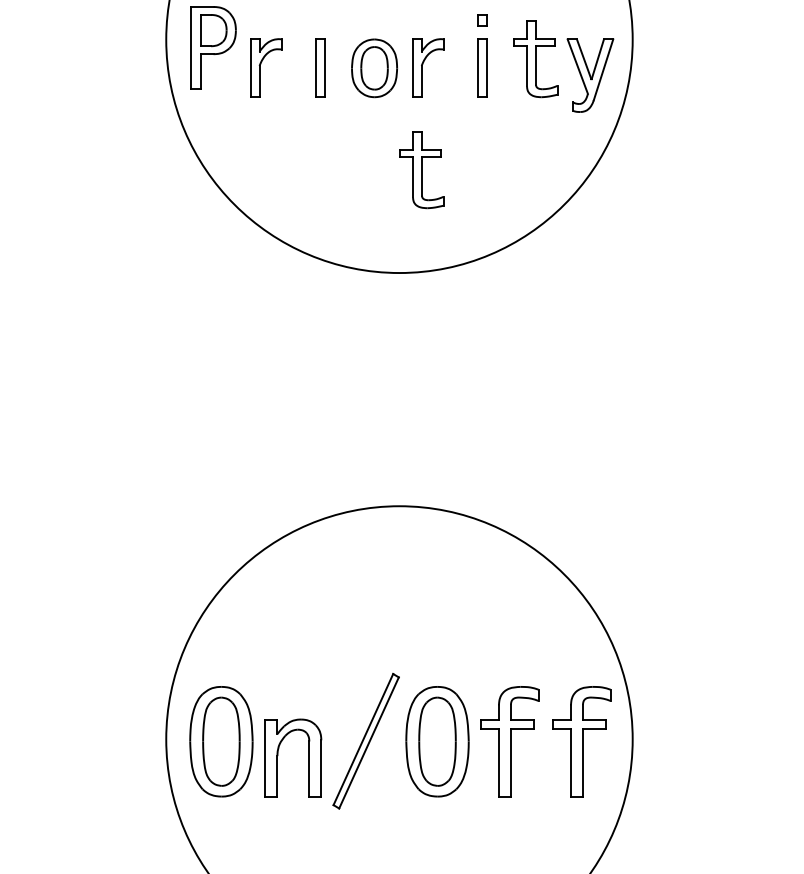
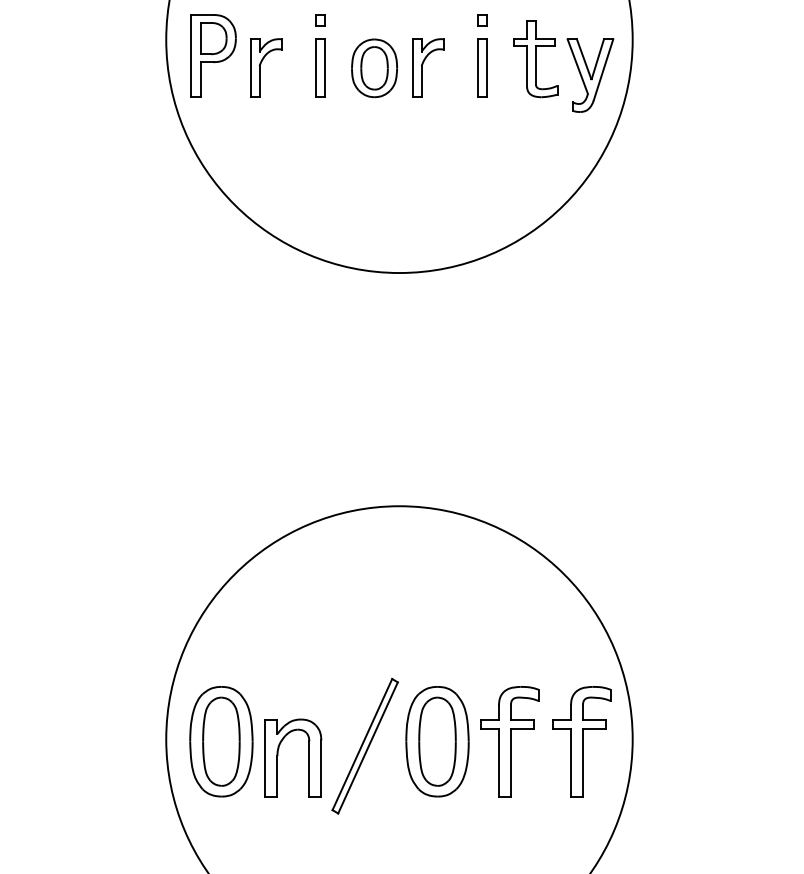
part at (320, 20): none -> present
part at (213, 47) position: (213, 47) -> (213, 55)
part at (421, 170): present -> none
part at (365, 740) position: (365, 740) -> (364, 745)
